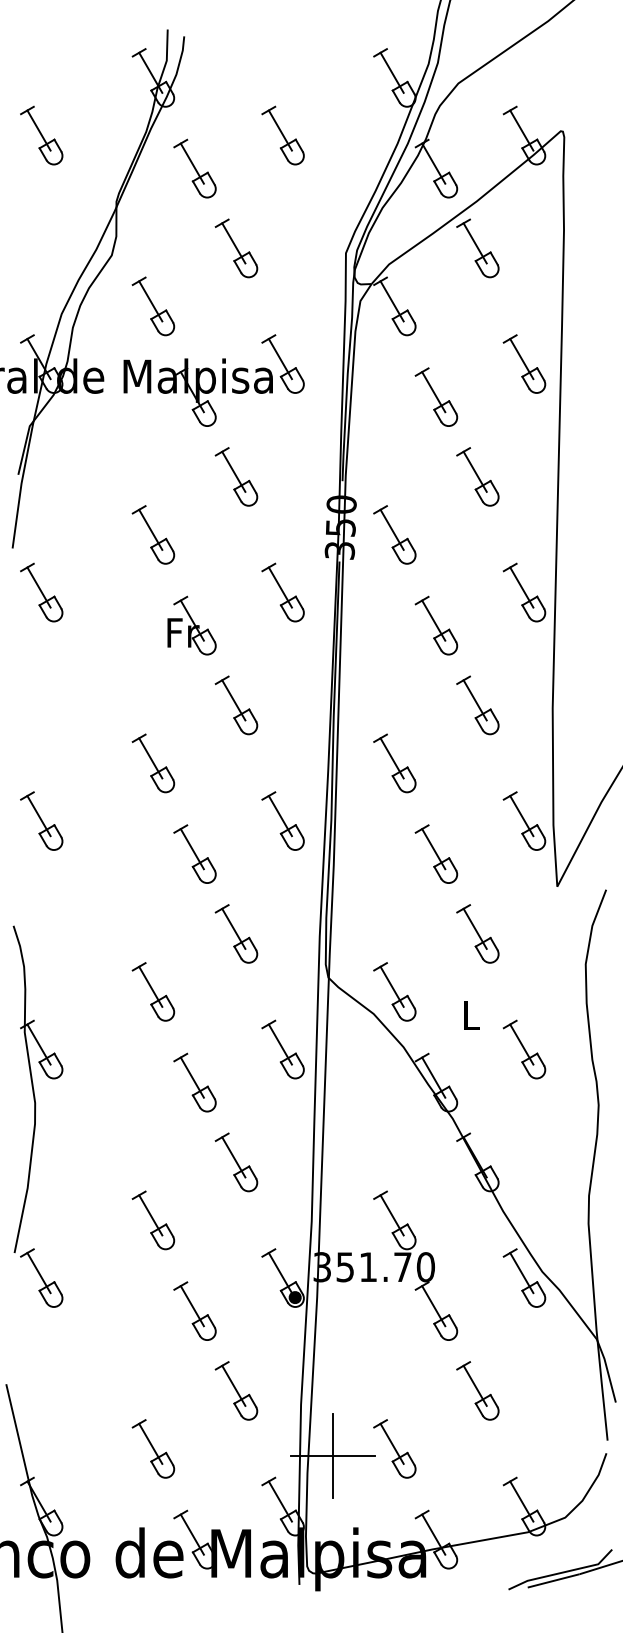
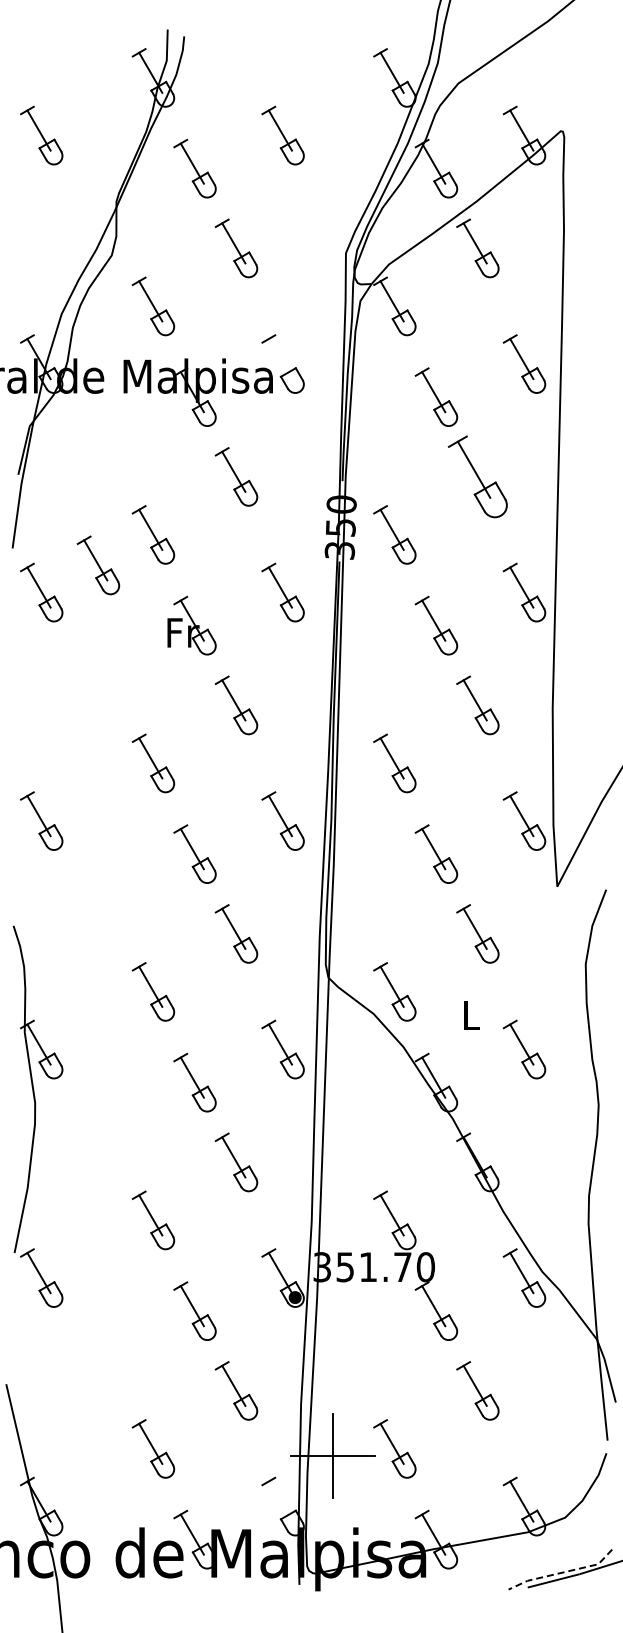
line at (279, 358): present -> none
part at (477, 476) size: 44x60 px -> 61x84 px
part at (98, 565): none -> present
line at (279, 1501): present -> none
line at (562, 1572): solid -> dashed
